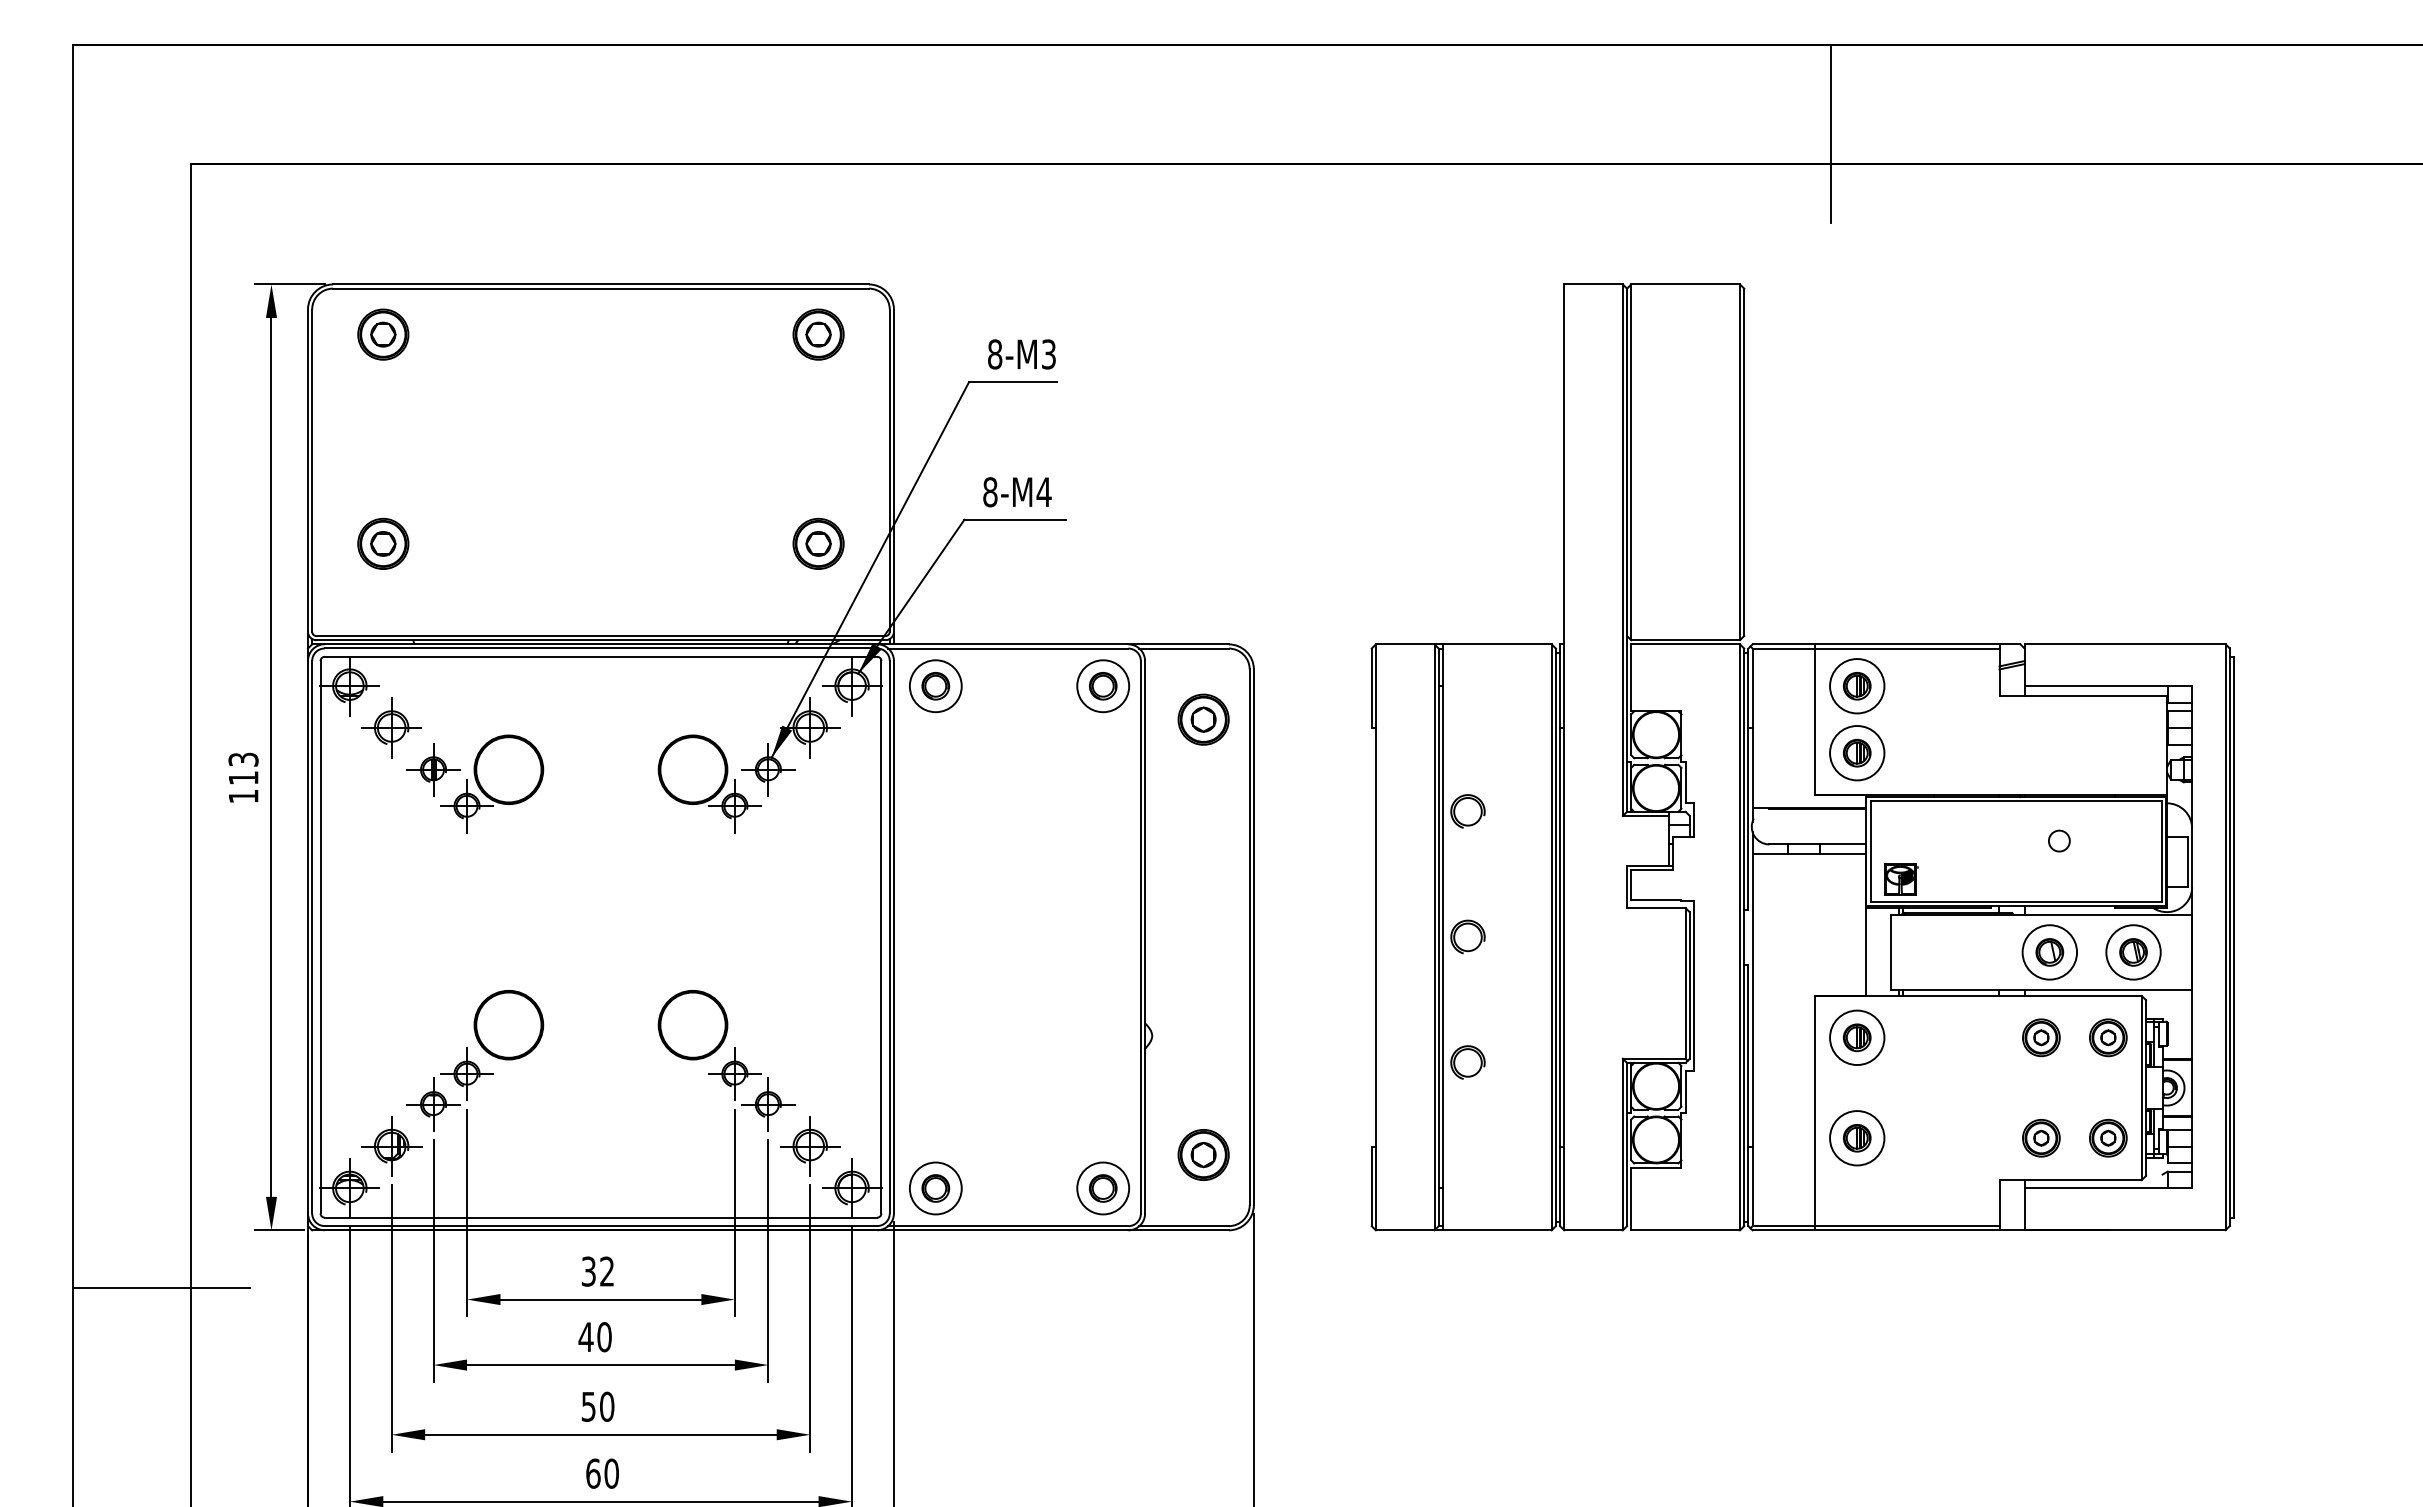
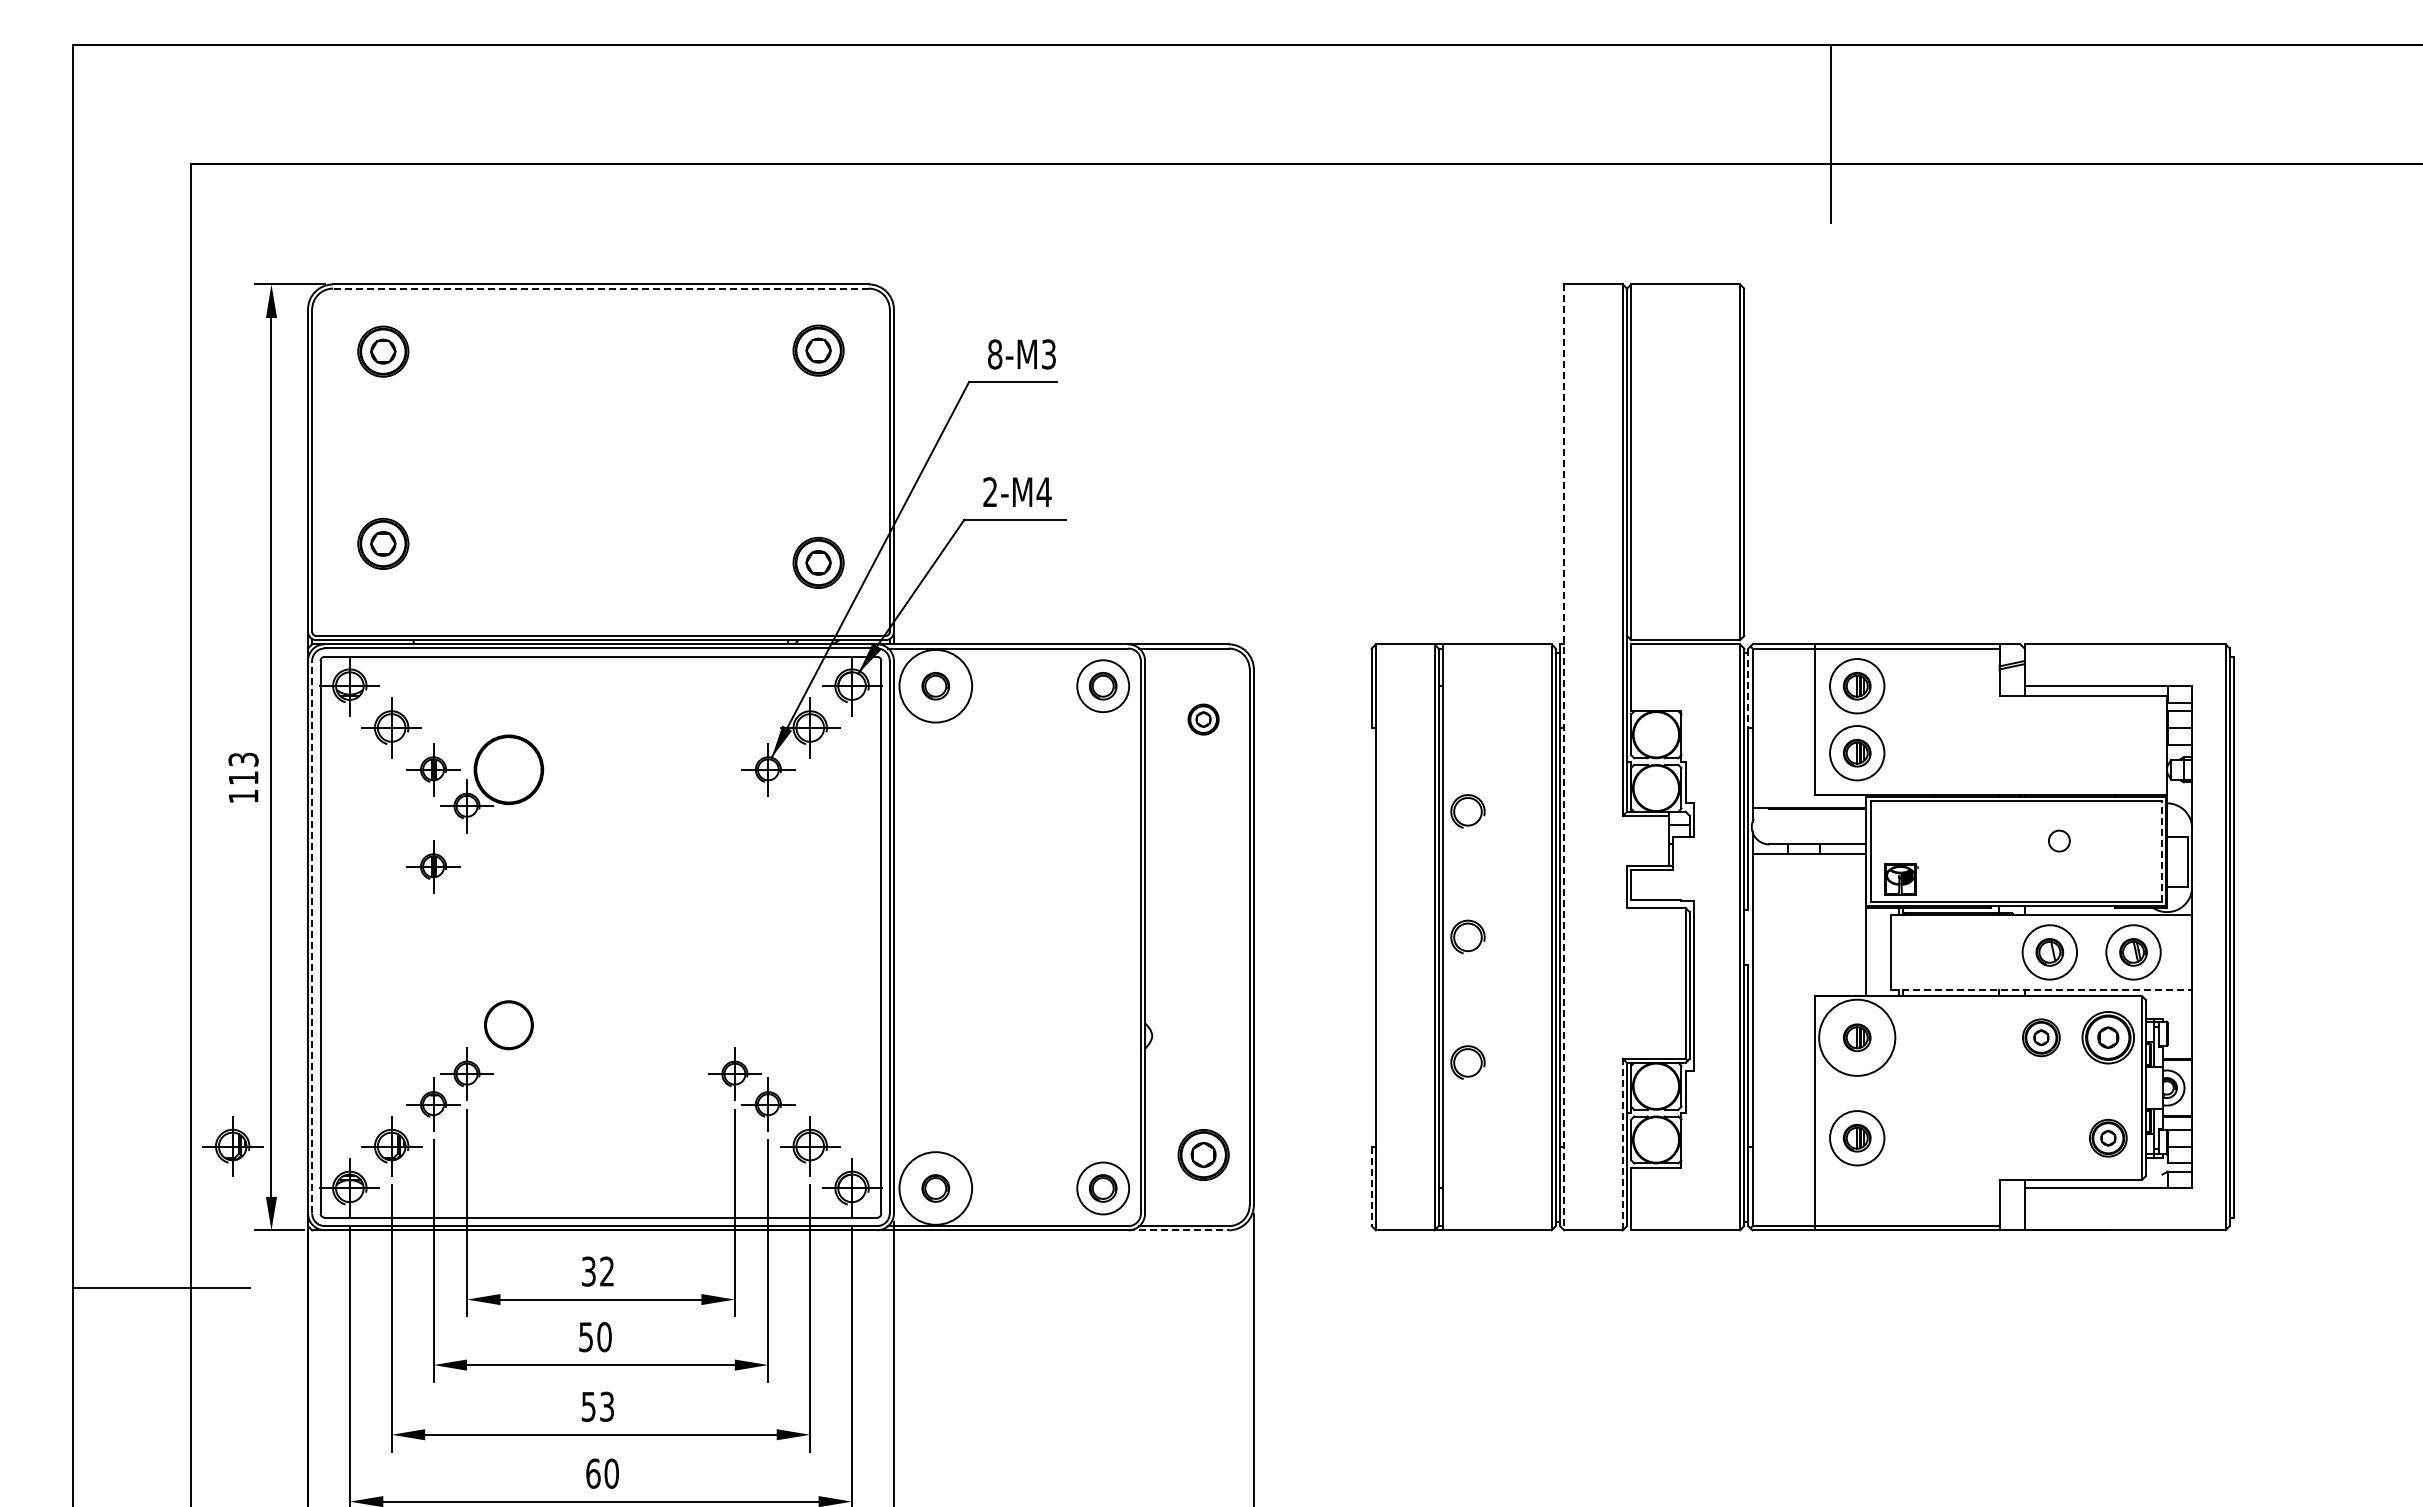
line at (600, 288): solid -> dashed
part at (383, 334) position: (383, 334) -> (383, 351)
part at (818, 334) position: (818, 334) -> (818, 350)
text at (990, 492): 8-M4 -> 2-M4
part at (818, 543) position: (818, 543) -> (818, 562)
circle at (935, 686) diameter: 52 px -> 73 px
line at (1748, 688): solid -> dashed
part at (1203, 719) size: 53x53 px -> 33x33 px
line at (1564, 757): solid -> dashed
part at (709, 783): present -> none
line at (2161, 851): solid -> dashed
part at (433, 866): none -> present
line at (312, 936): solid -> dashed
line at (2041, 990): solid -> dashed
part at (508, 1025) size: 72x71 px -> 50x51 px
part at (692, 1025): present -> none
circle at (1857, 1037) diameter: 54 px -> 76 px
part at (2108, 1037) size: 39x40 px -> 54x54 px
part at (2041, 1138): present -> none
line at (1622, 1144): solid -> dashed
part at (232, 1146): none -> present
line at (1371, 1186): solid -> dashed
circle at (935, 1188) diameter: 52 px -> 73 px
line at (1179, 1230): solid -> dashed
text at (585, 1337): 40 -> 50
text at (607, 1406): 50 -> 53
